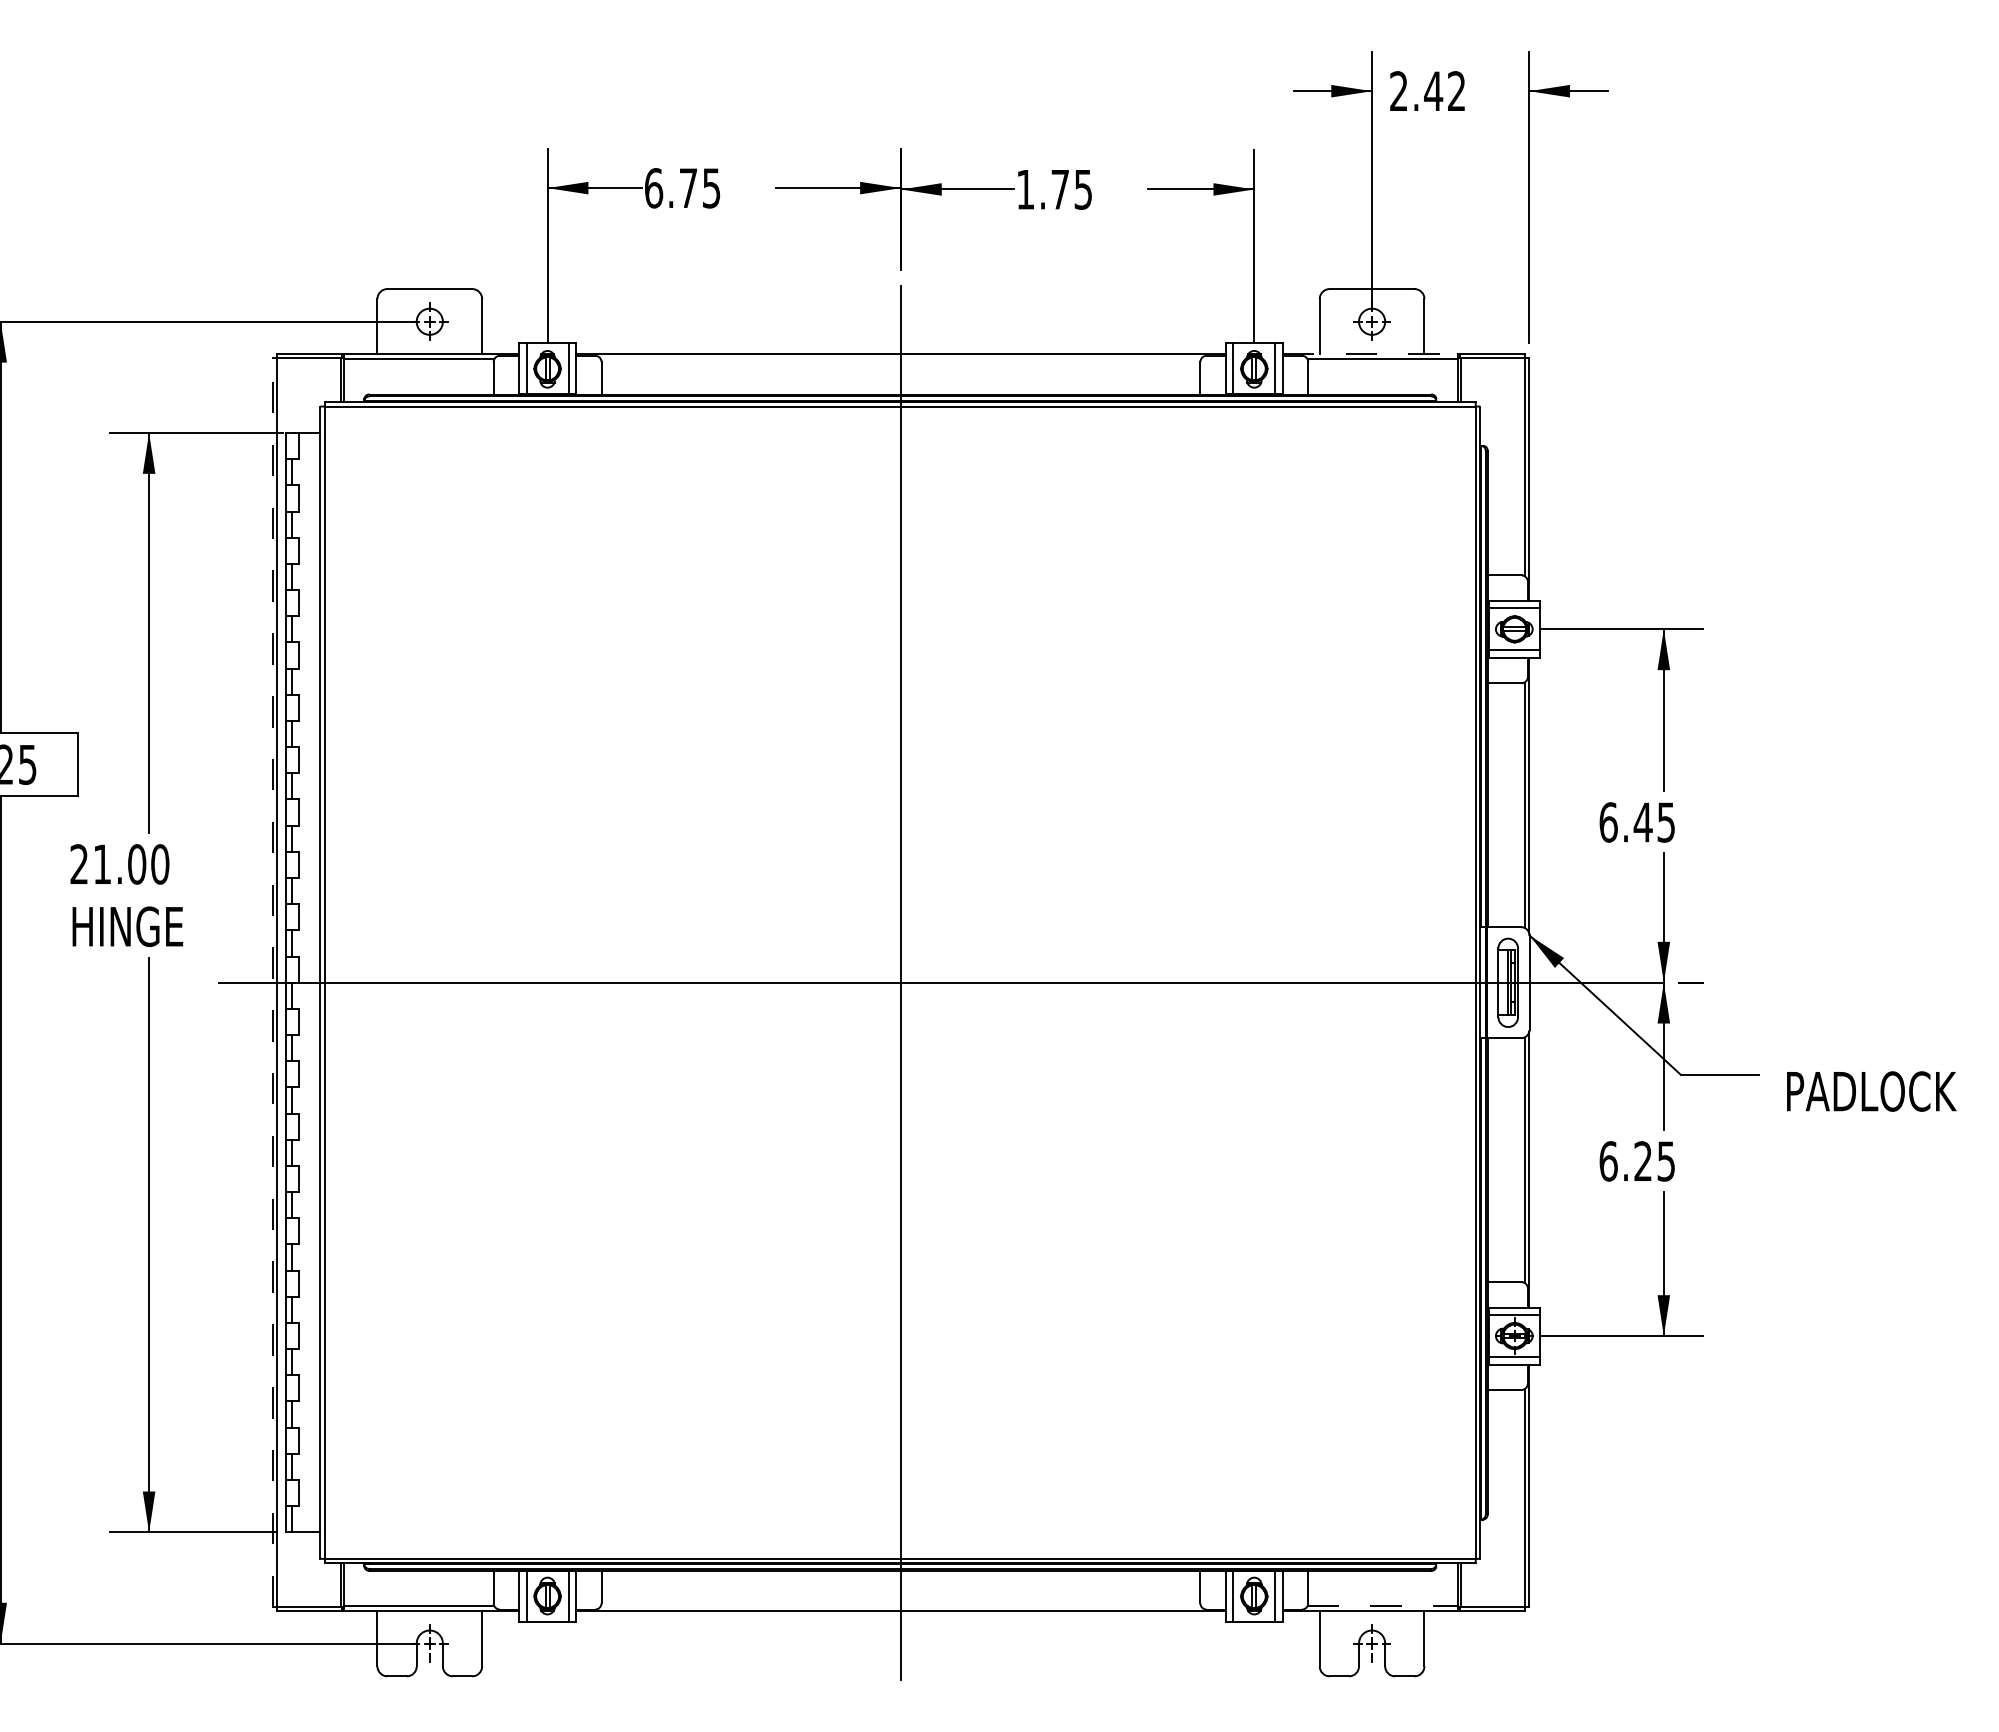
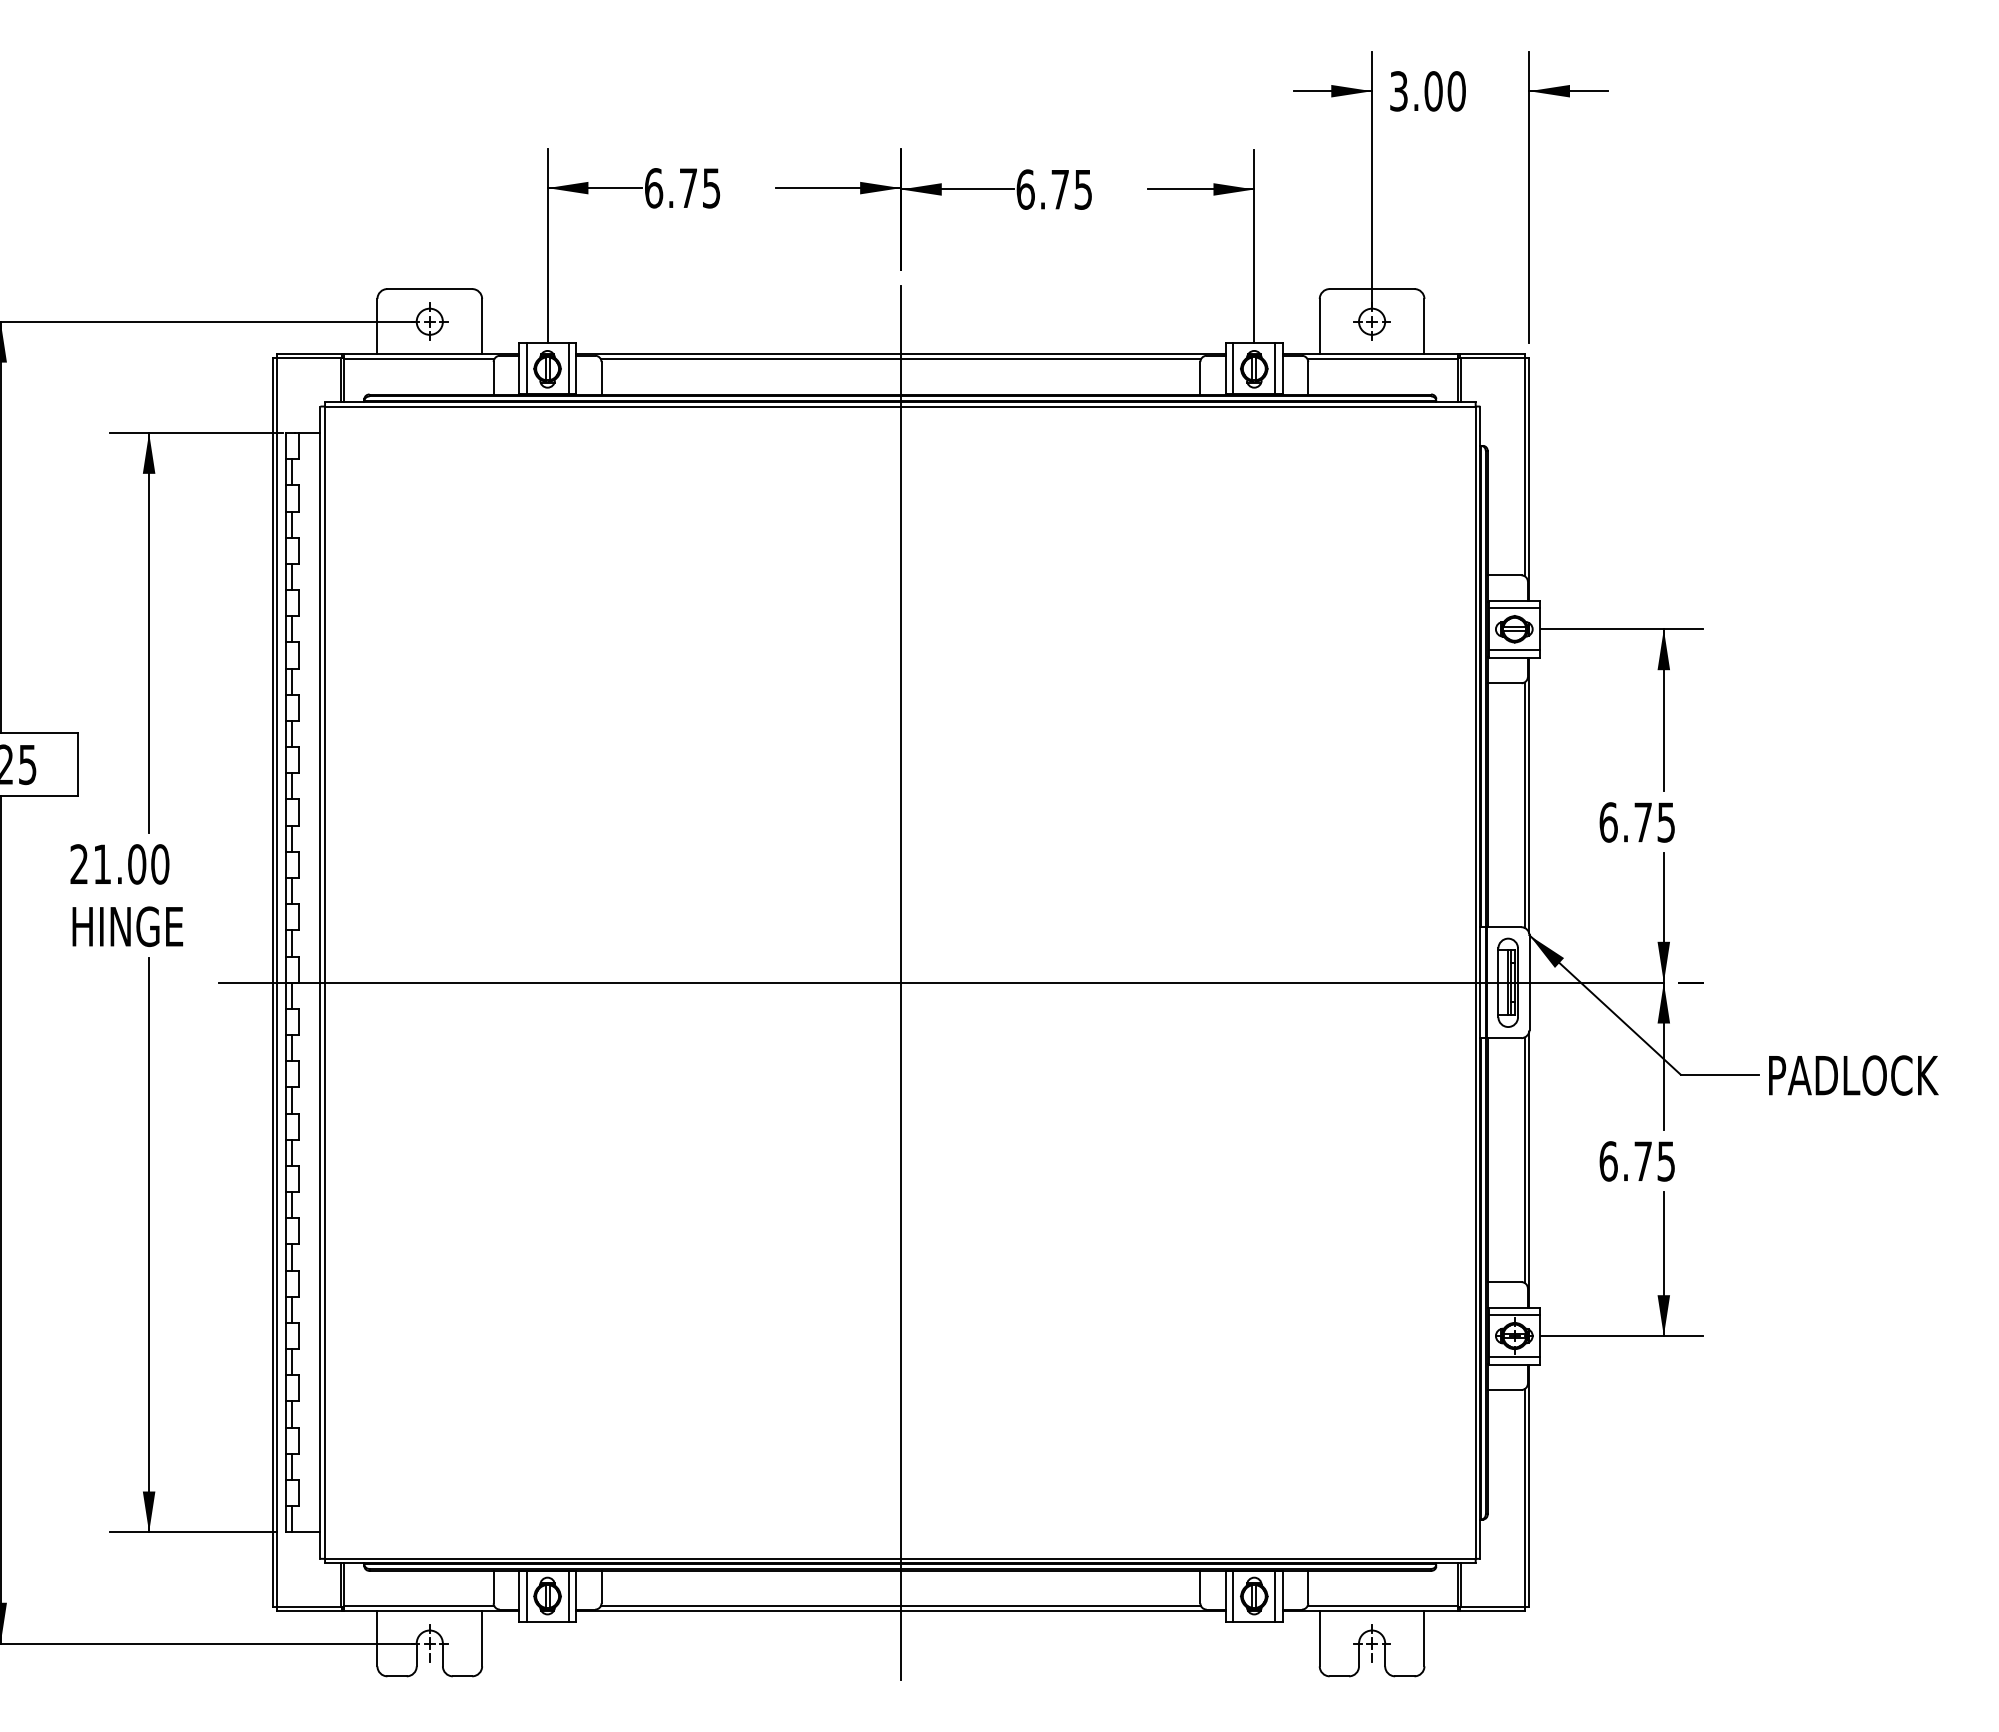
text at (1427, 91): 2.42 -> 3.00
text at (1025, 189): 1.75 -> 6.75
line at (1370, 354): dashed -> solid
line at (900, 359): none -> present
text at (1642, 822): 6.45 -> 6.75
line at (272, 982): dashed -> solid
text at (1871, 1091) position: (1871, 1091) -> (1853, 1075)
text at (1642, 1160): 6.25 -> 6.75
line at (900, 1606): none -> present
line at (1383, 1606): dashed -> solid
